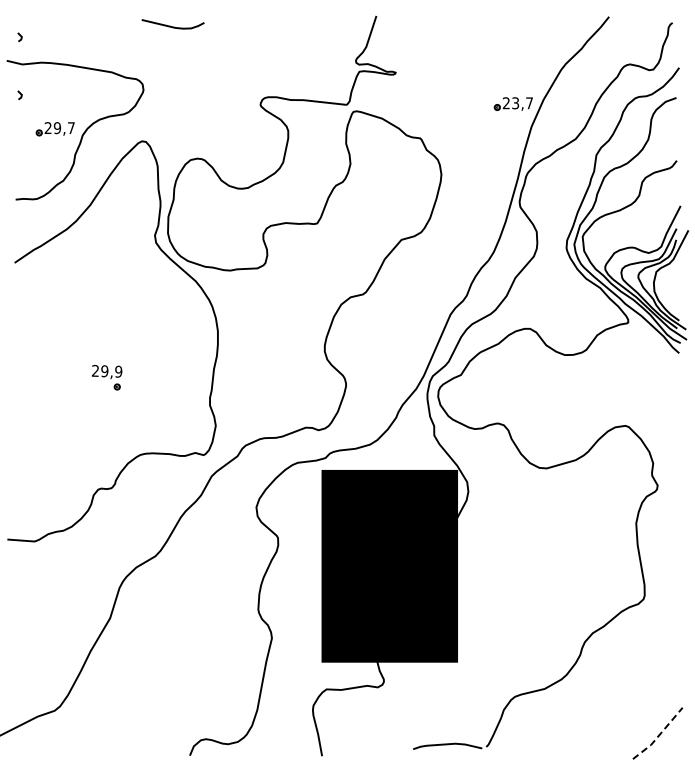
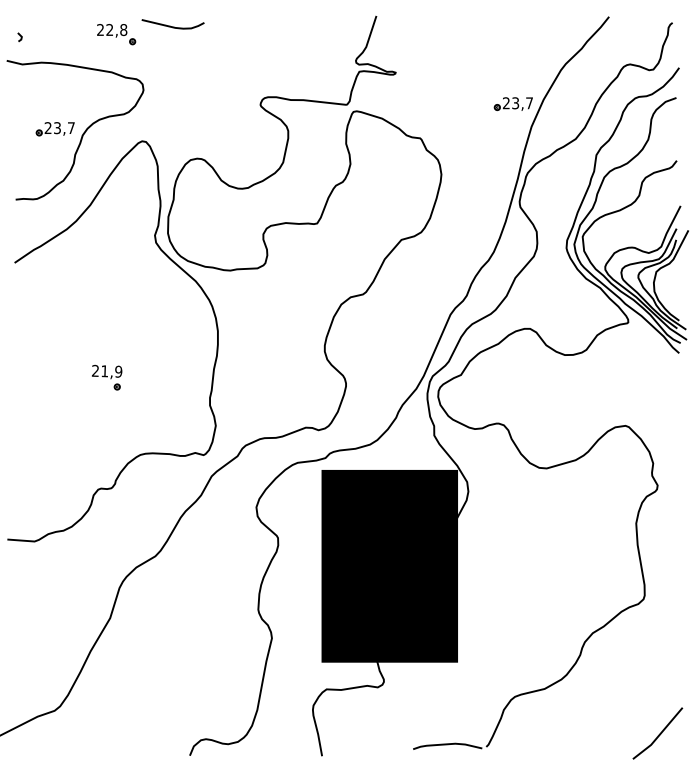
part at (116, 34): none -> present
line at (20, 95): present -> none
text at (57, 127): 29,7 -> 23,7
text at (104, 371): 29,9 -> 21,9
line at (658, 735): dashed -> solid
